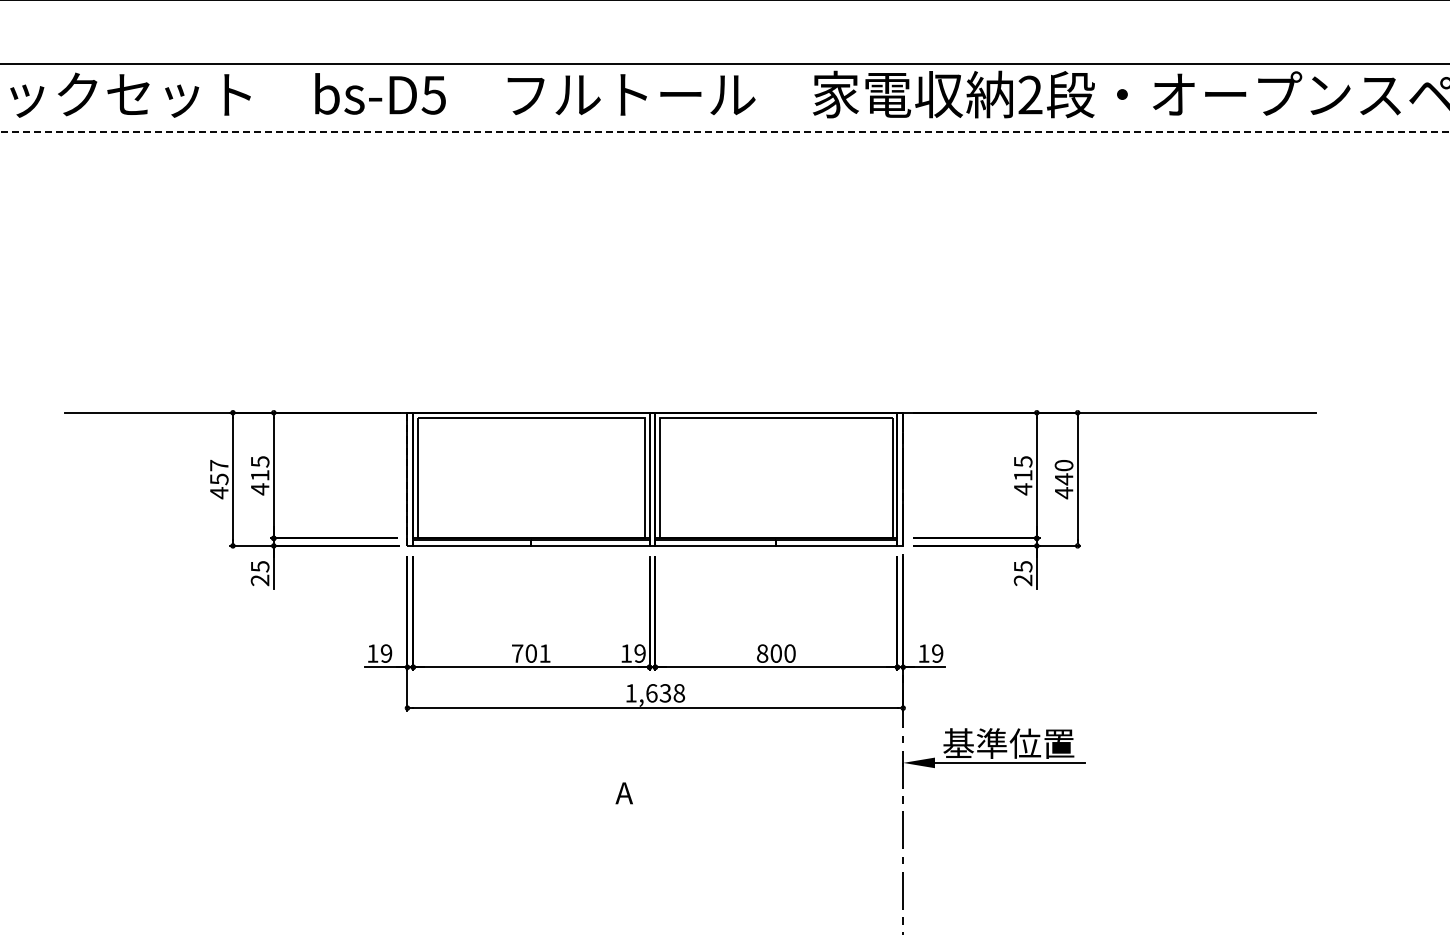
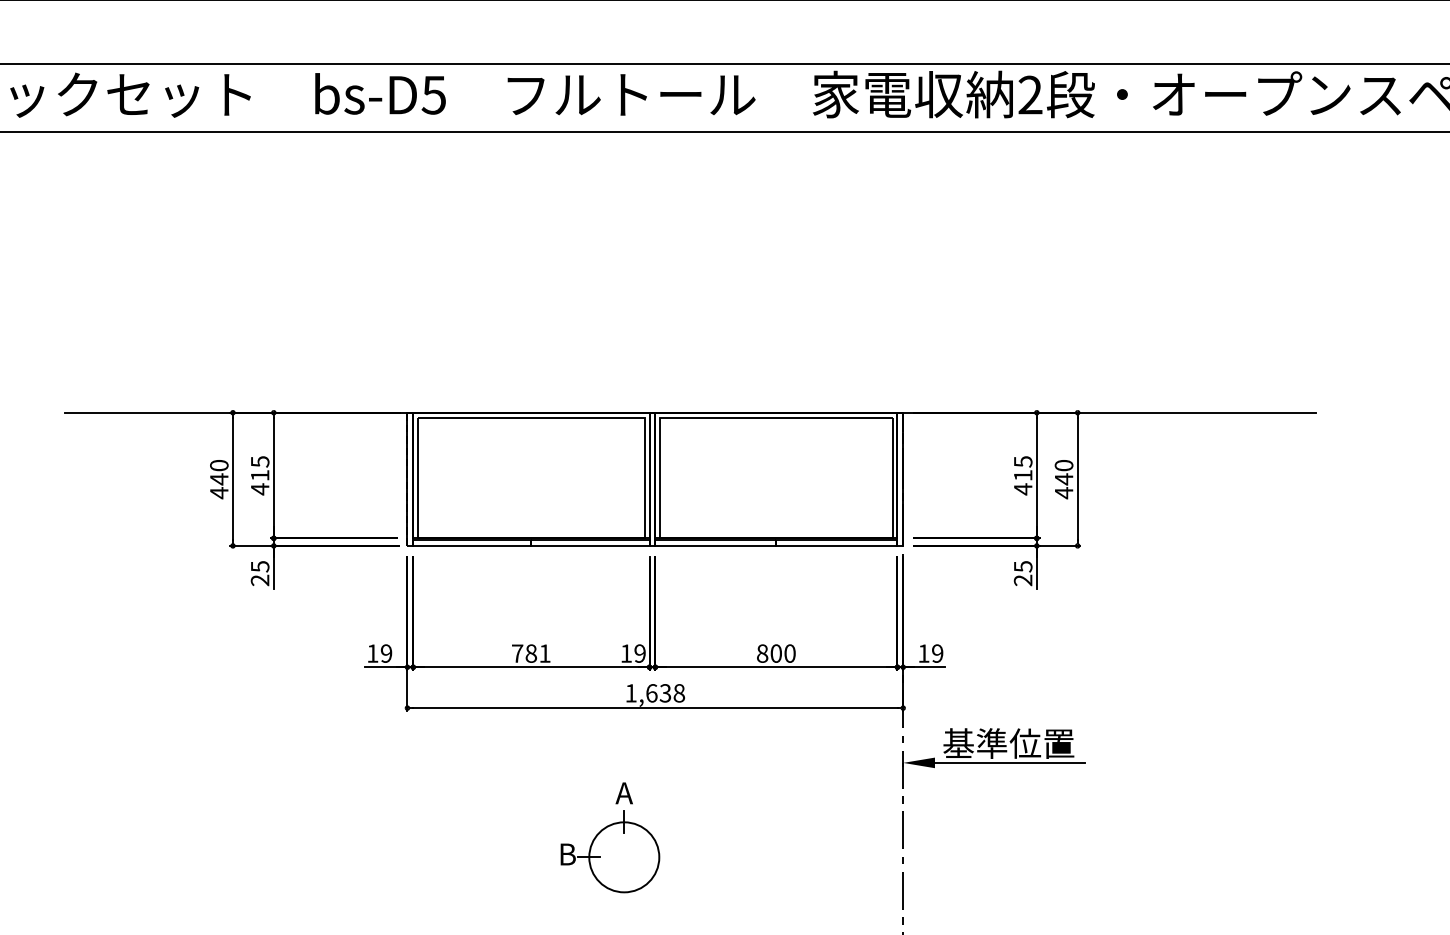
line at (725, 132): dashed -> solid
text at (219, 472): 457 -> 440
text at (531, 653): 701 -> 781
part at (610, 851): none -> present
